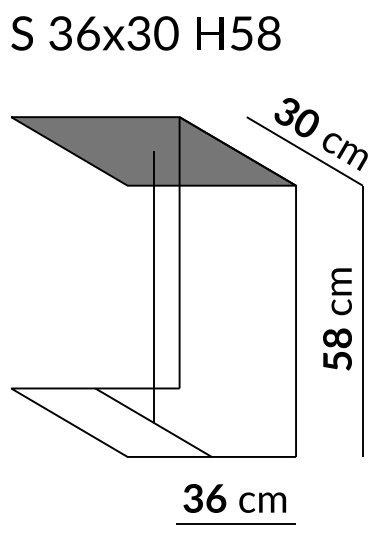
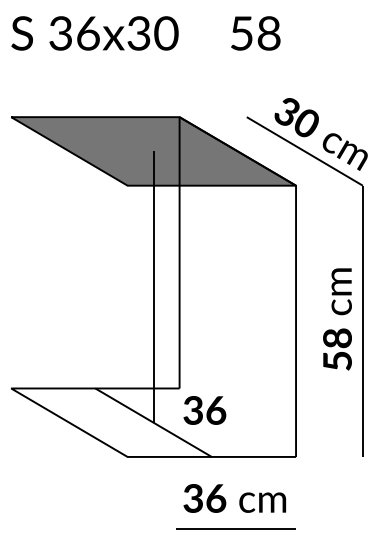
fill at (209, 33): present -> none
part at (204, 410): none -> present
line at (235, 523) position: (235, 523) -> (235, 528)
